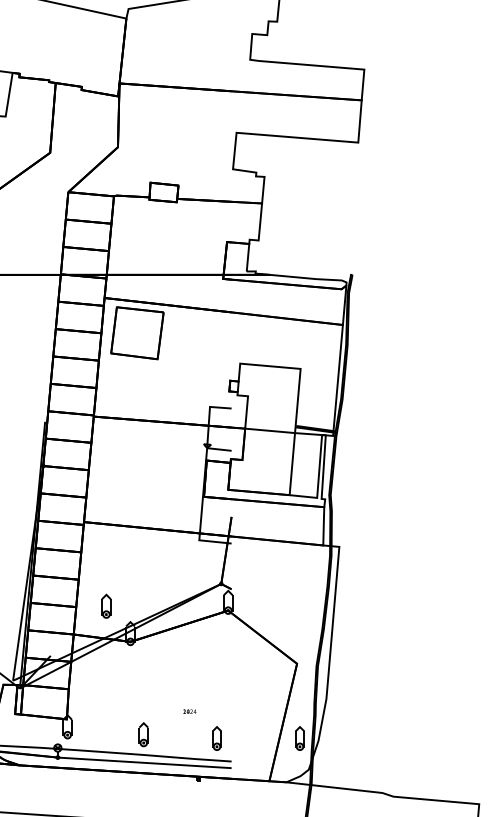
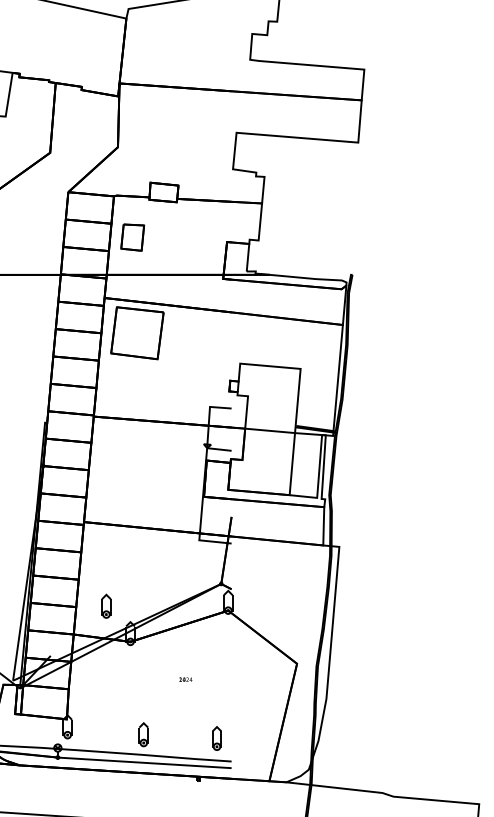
part at (132, 237): none -> present
text at (189, 711) position: (189, 711) -> (185, 679)
part at (299, 738): present -> none
